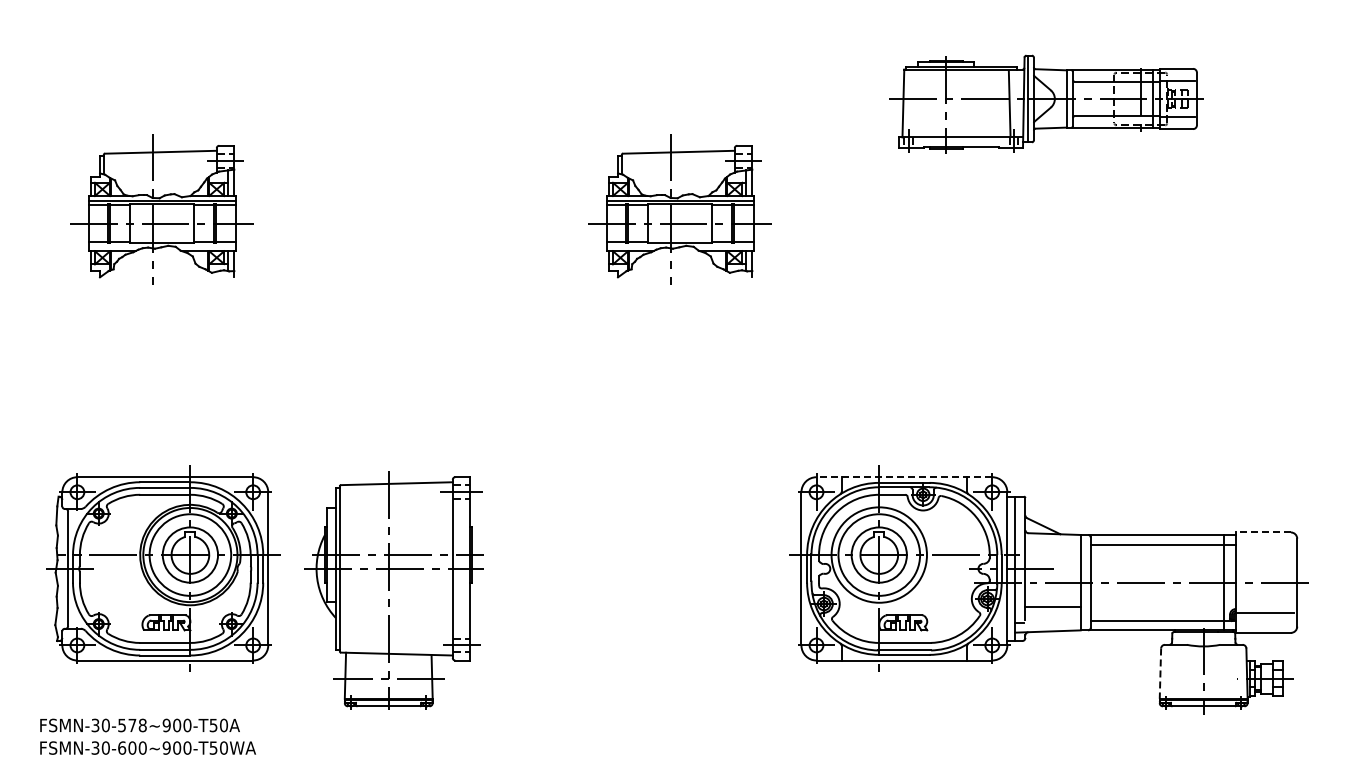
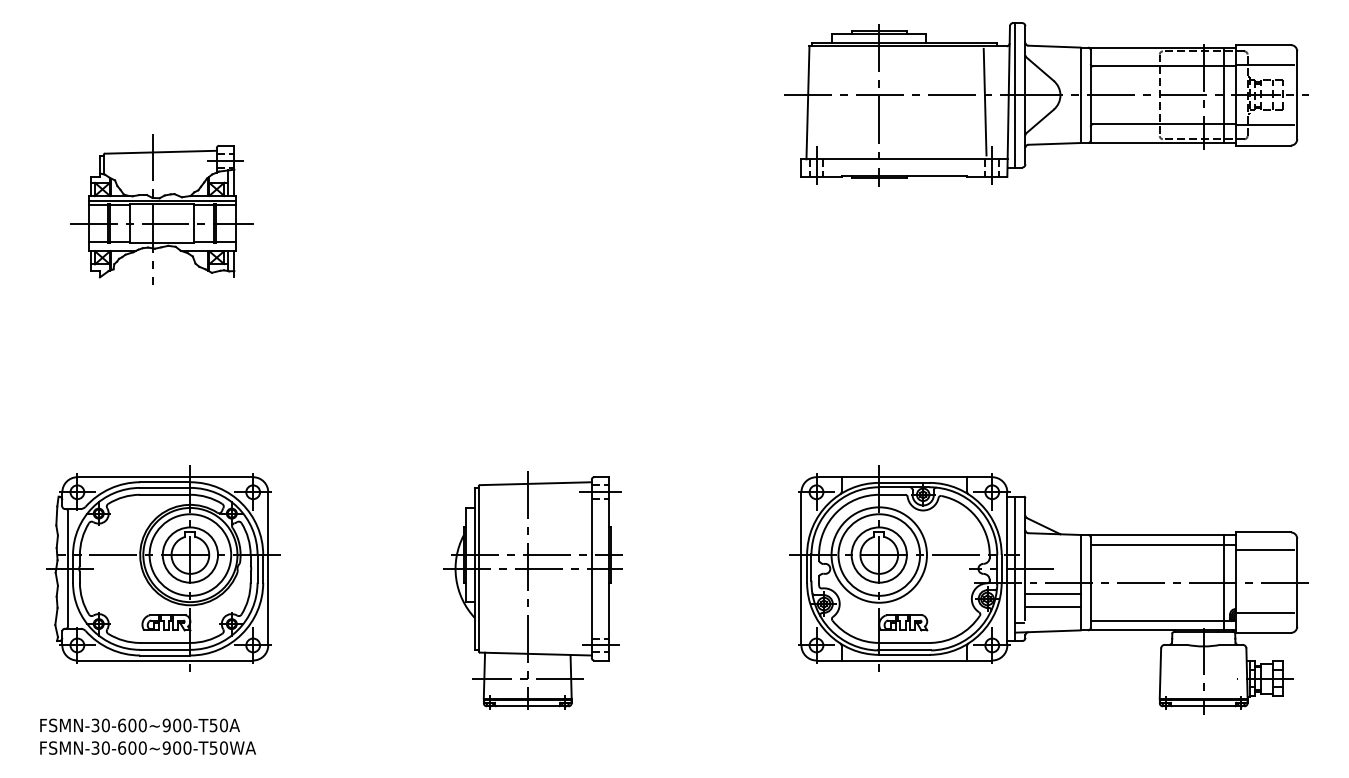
part at (1046, 103) size: 315x100 px -> 525x165 px
part at (679, 209): present -> none
line at (904, 477): dashed -> solid
line at (1263, 532): dashed -> solid
line at (1264, 550): none -> present
part at (393, 590) position: (393, 590) -> (532, 590)
line at (1052, 594): none -> present
line at (1160, 674): dashed -> solid
text at (132, 725): FSMN-30-578~900-T50A -> FSMN-30-600~900-T50A
